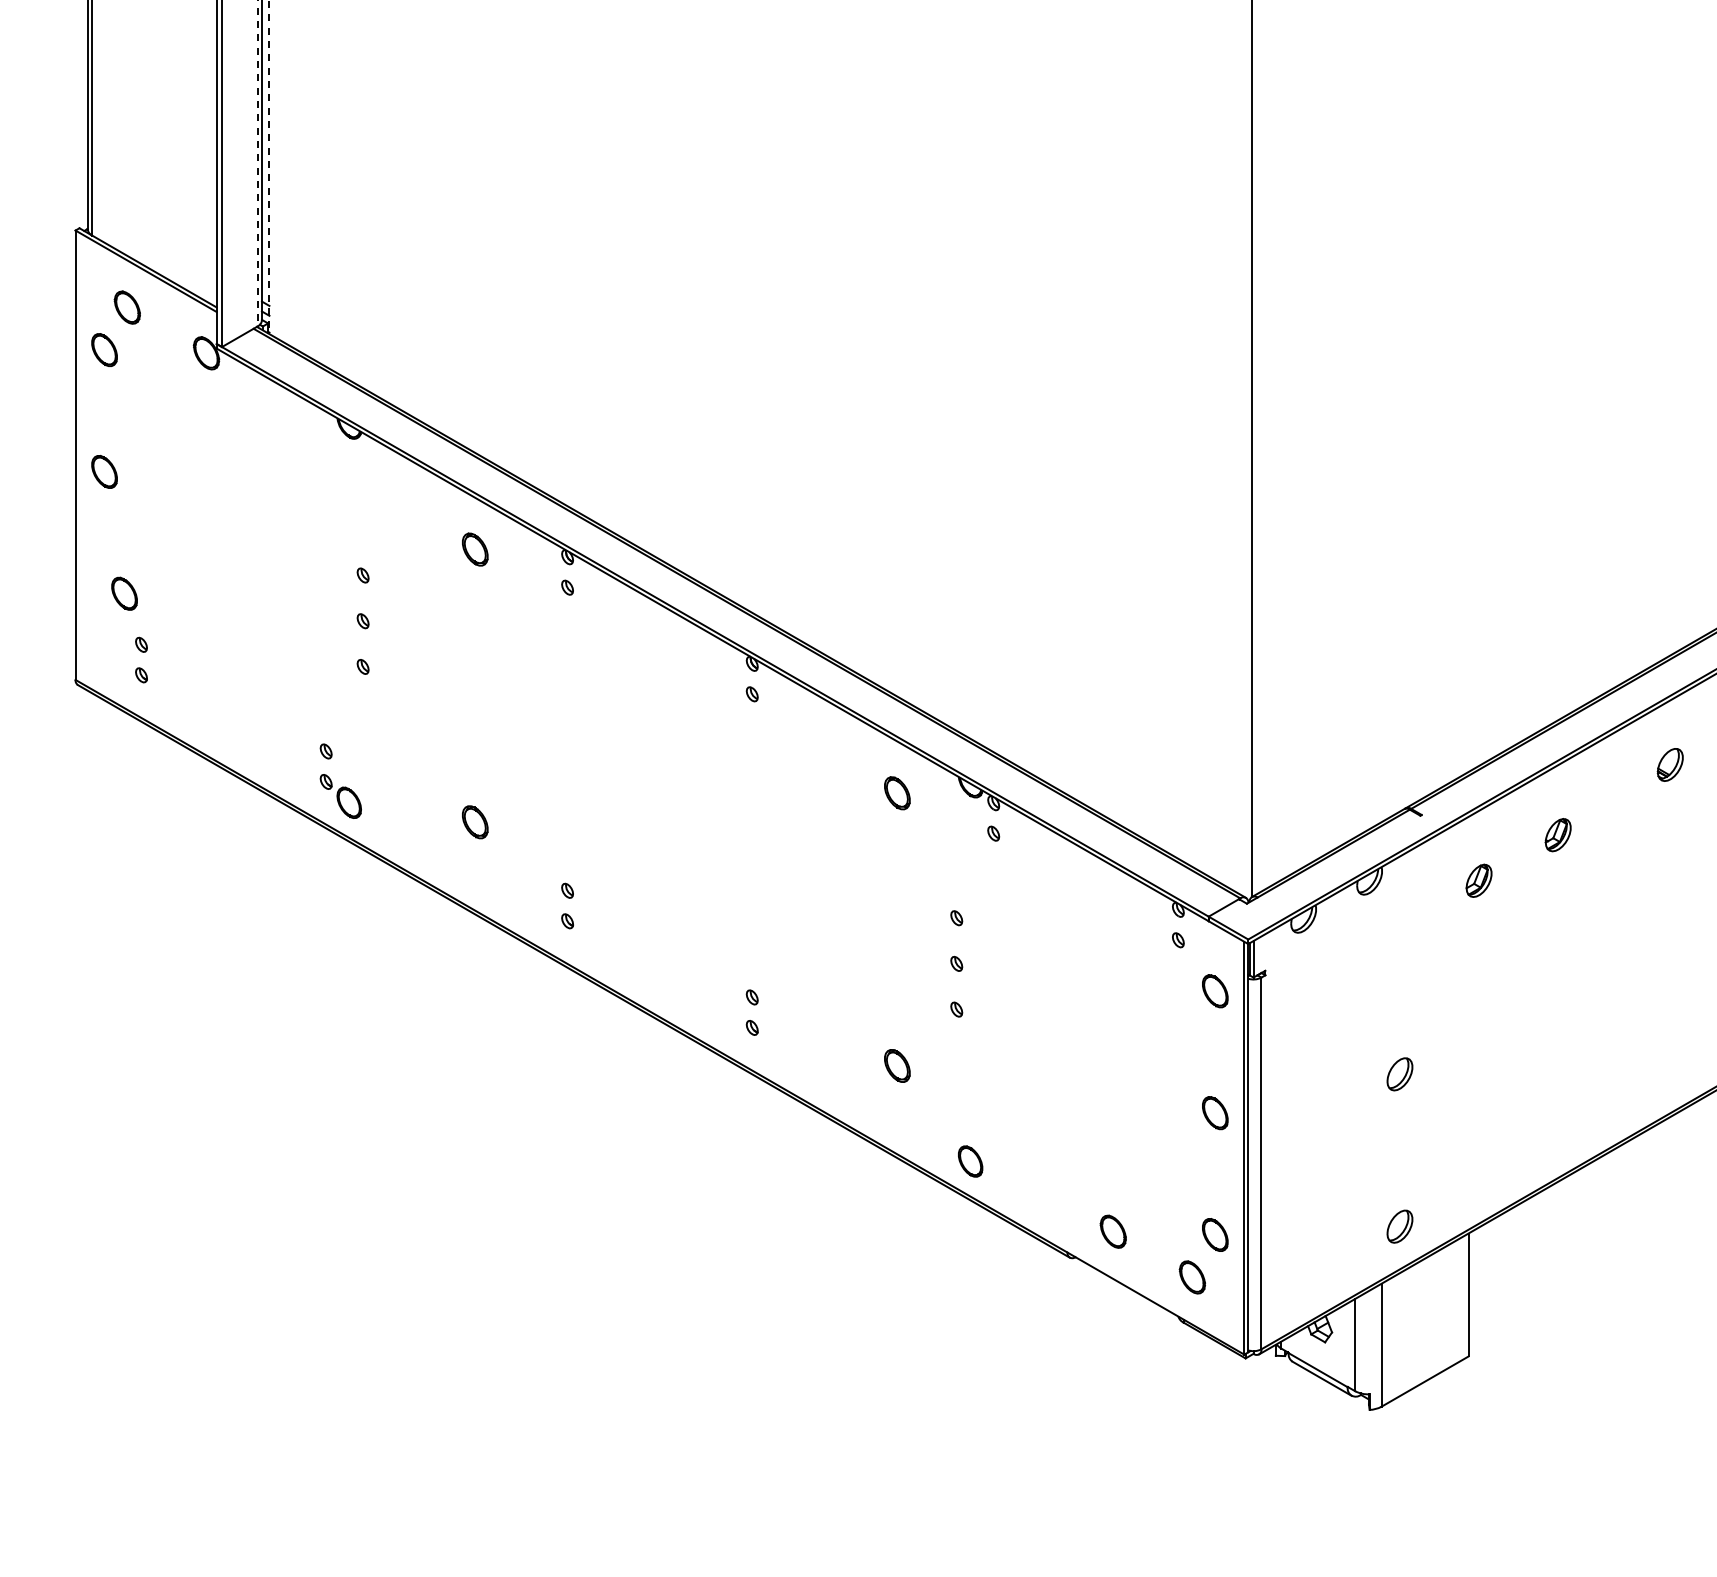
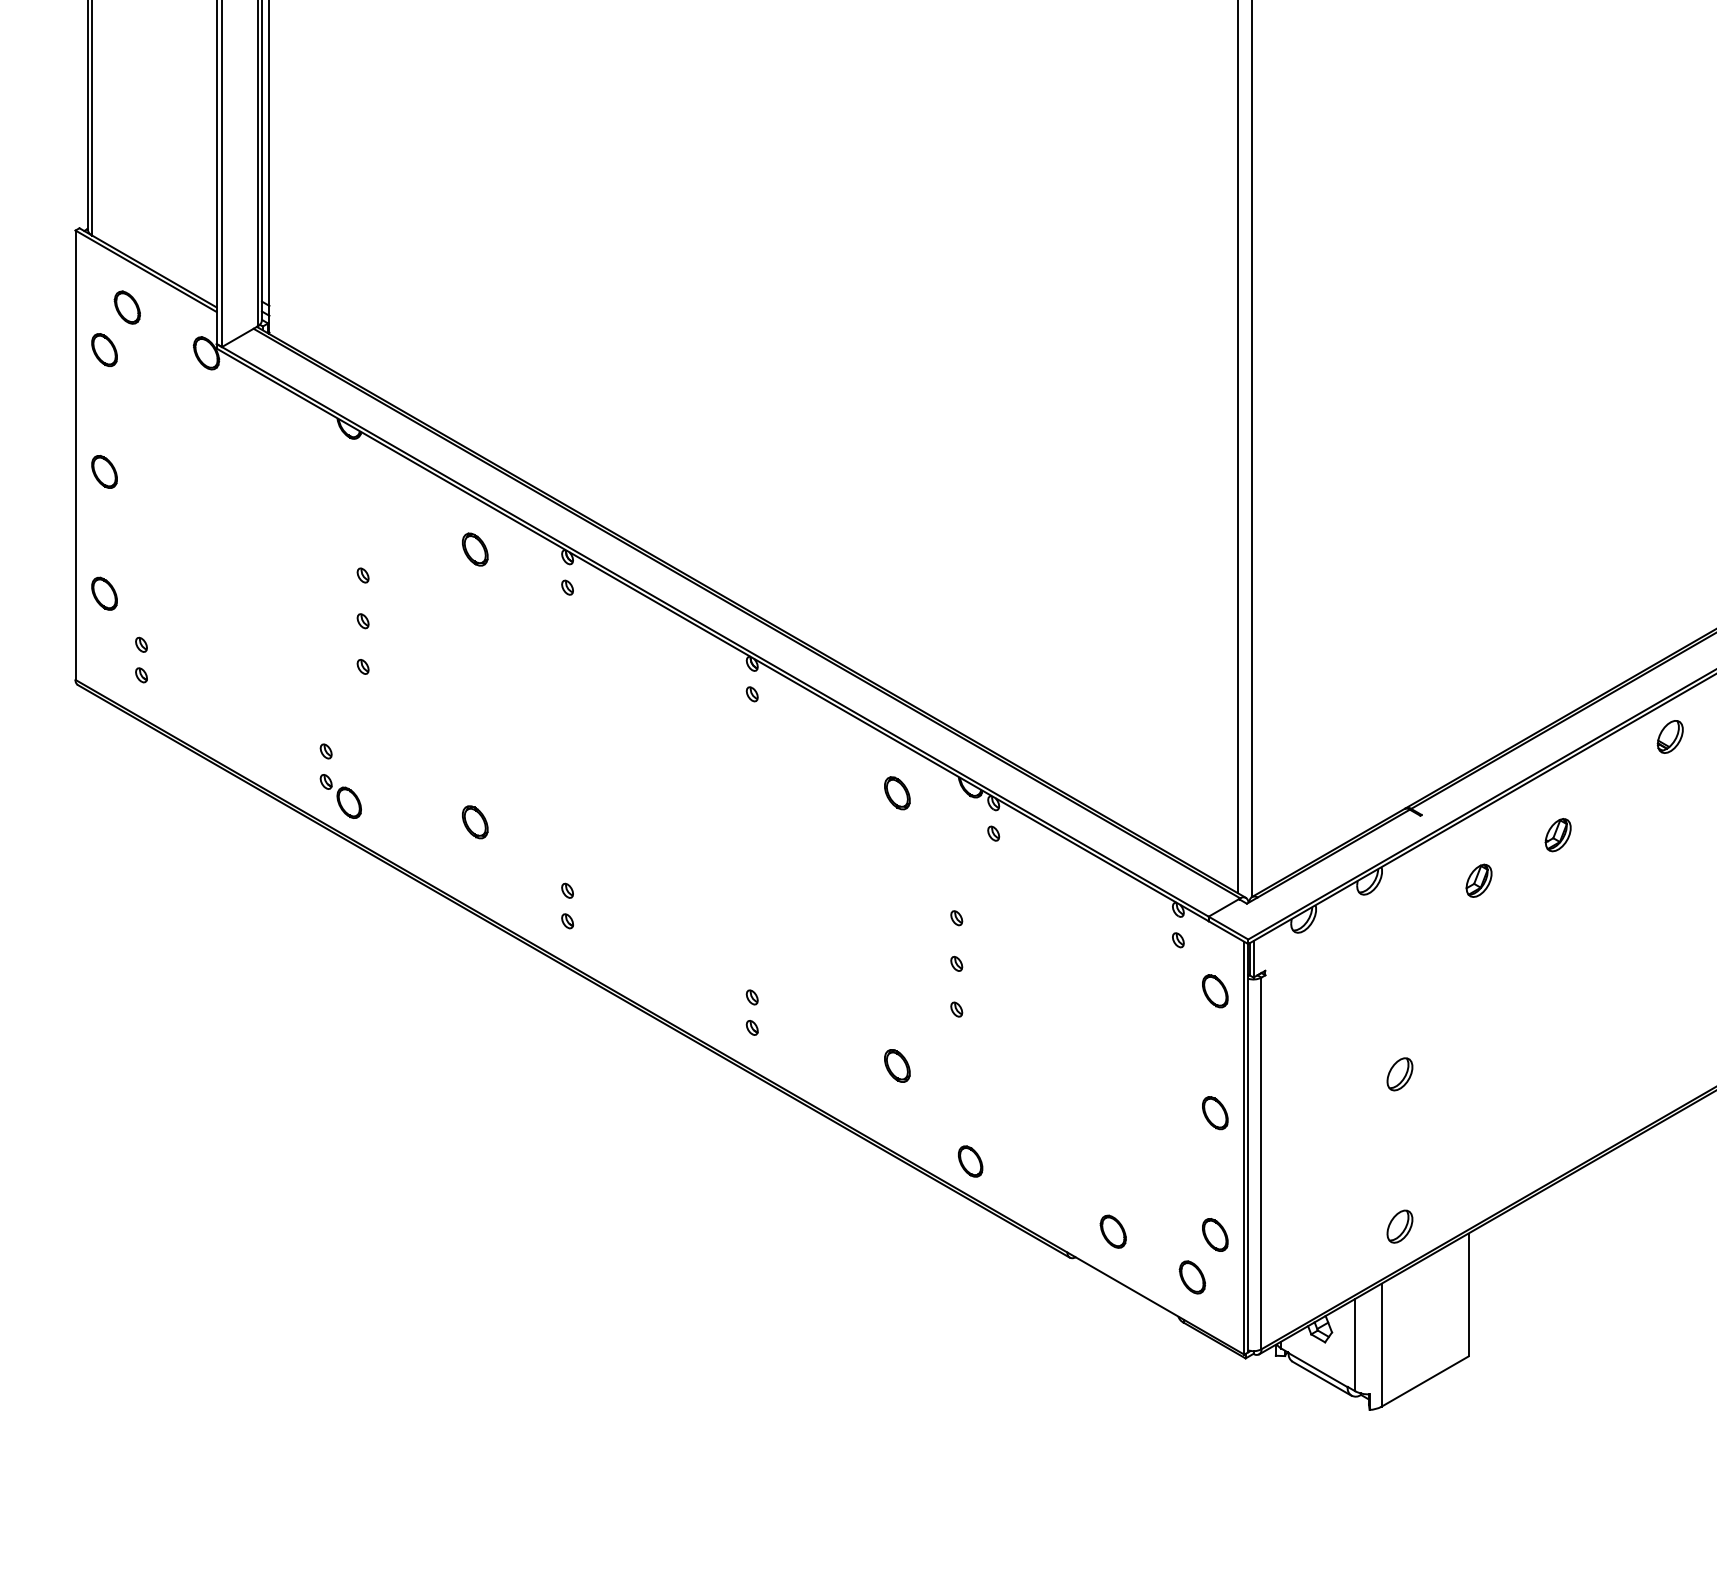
line at (257, 163): dashed -> solid
line at (269, 167): dashed -> solid
line at (1237, 447): none -> present
part at (124, 593) position: (124, 593) -> (104, 593)
part at (1669, 764) position: (1669, 764) -> (1669, 736)
